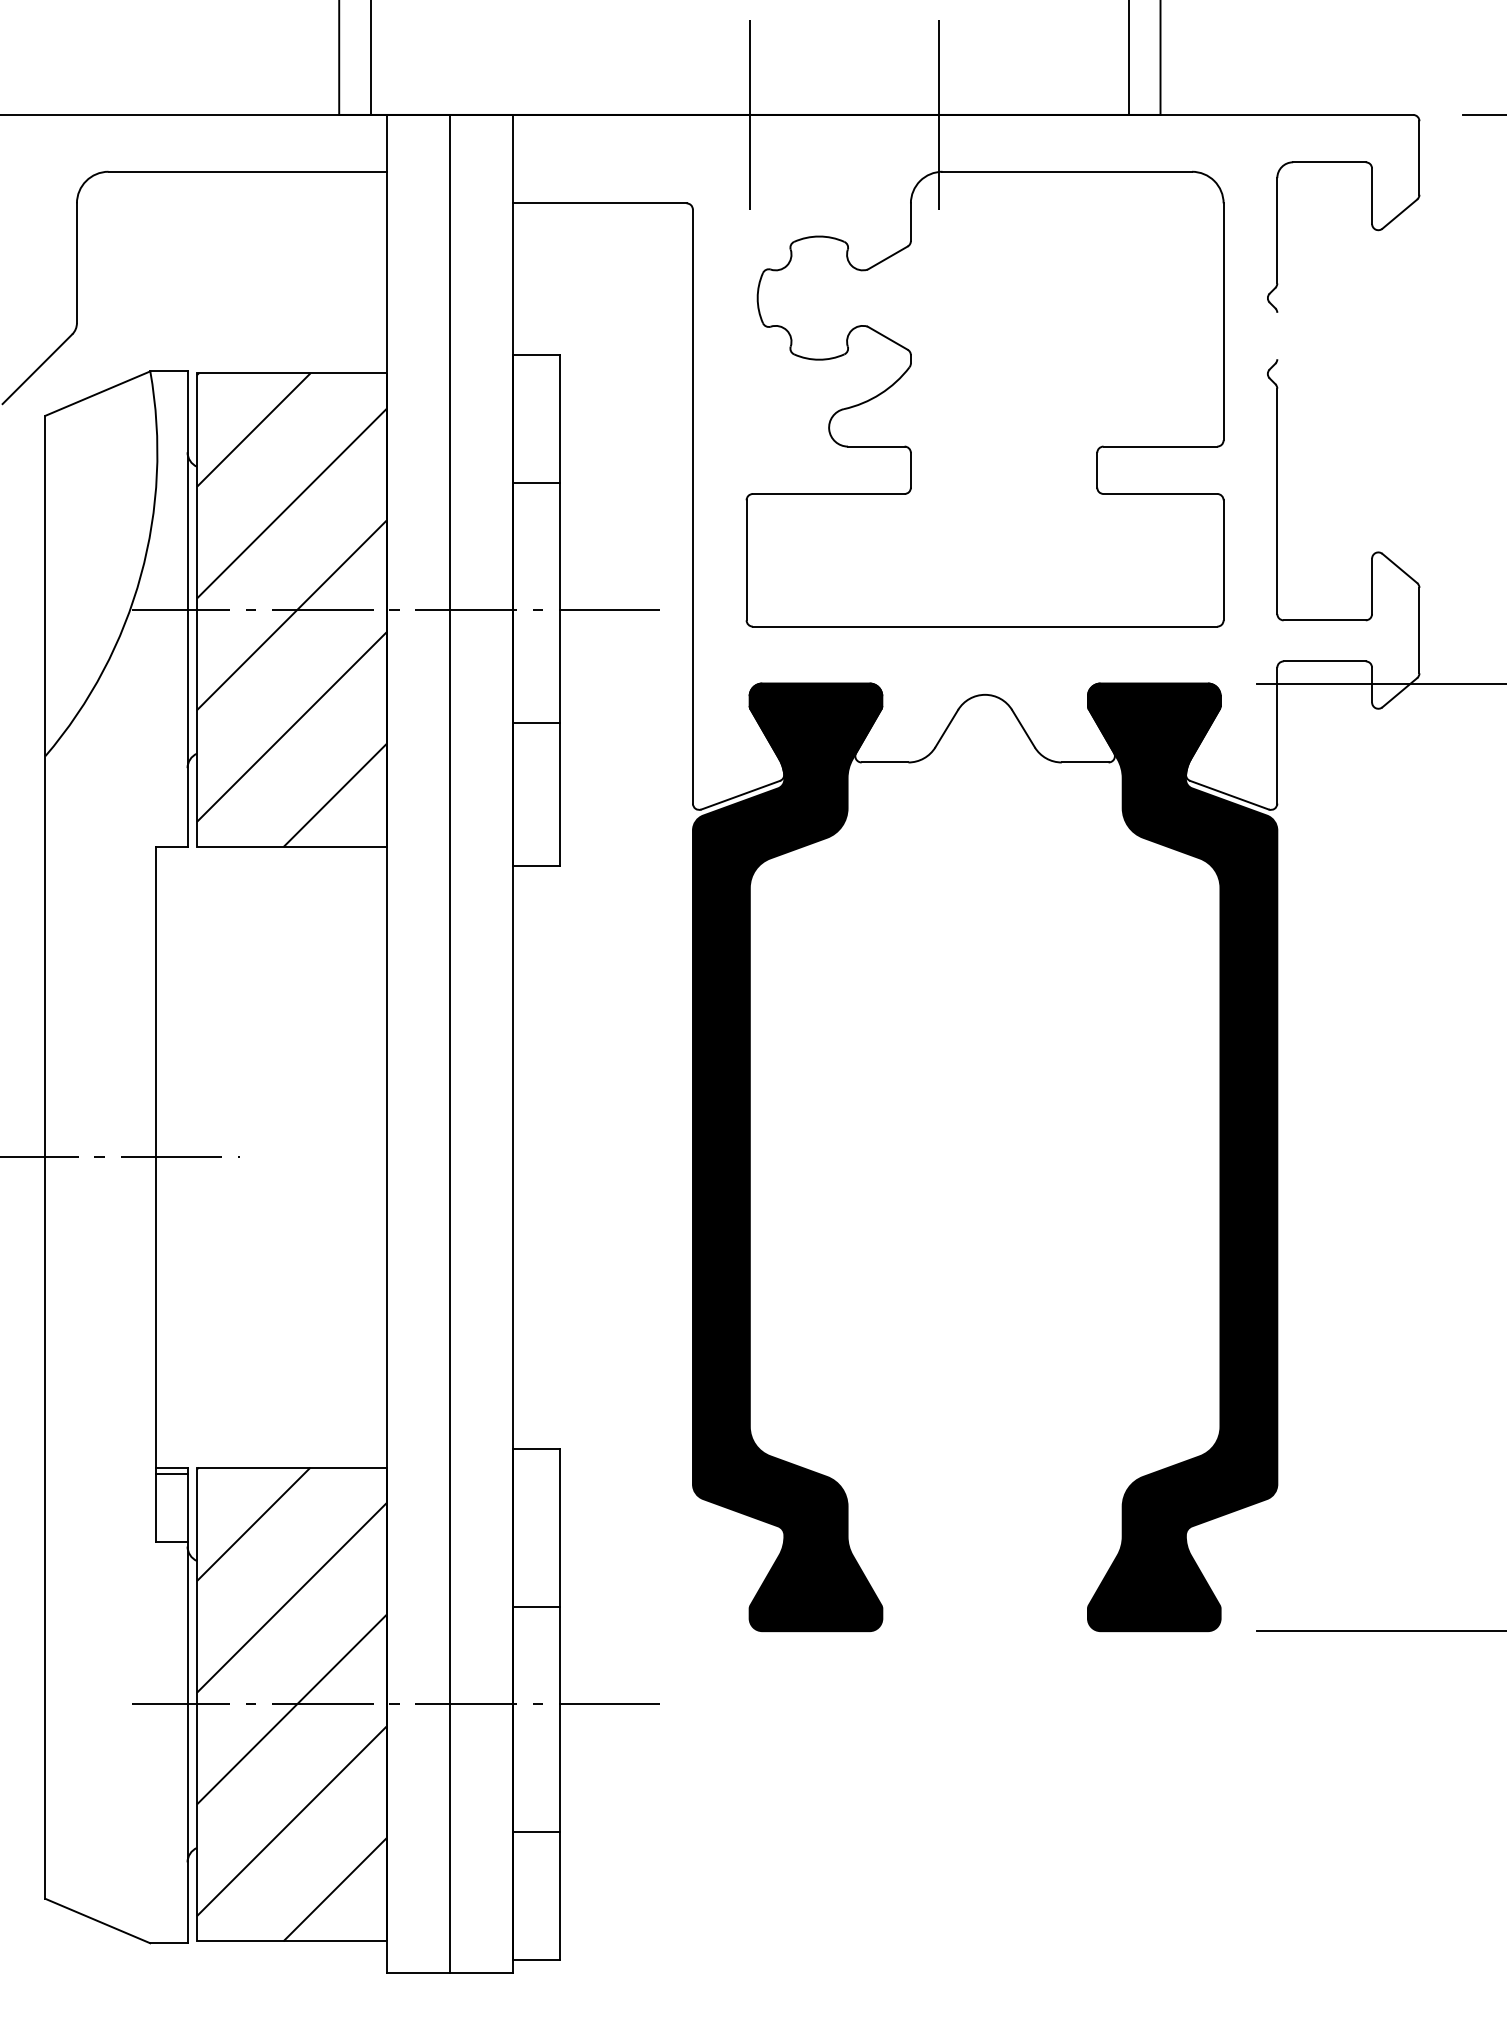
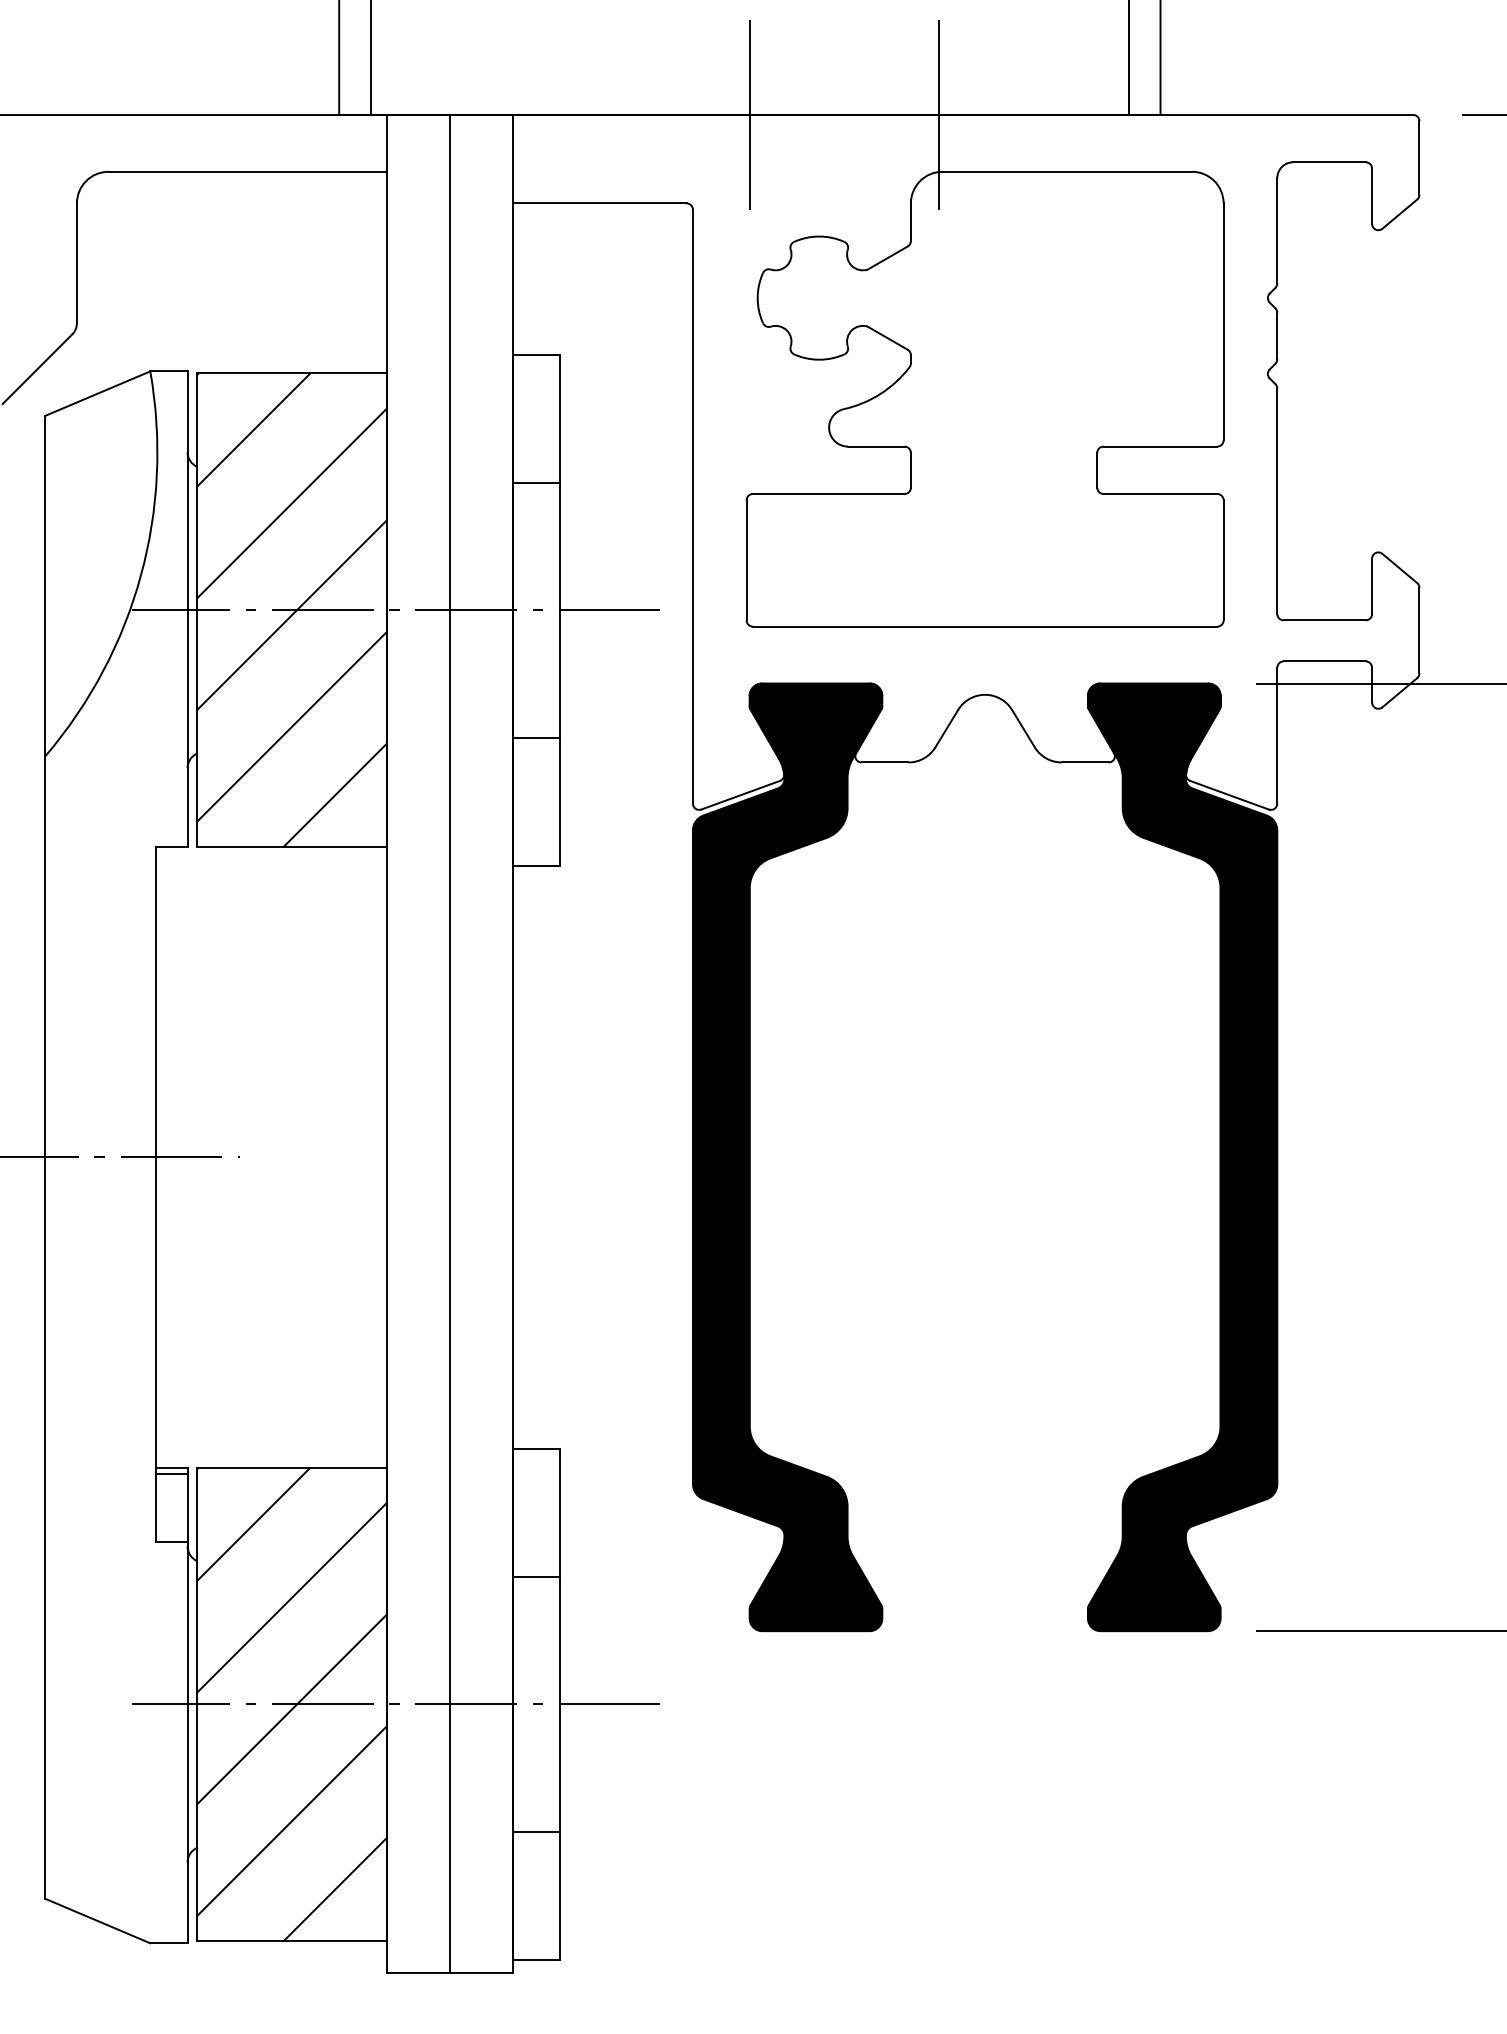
line at (1277, 335): none -> present
line at (536, 722) position: (536, 722) -> (536, 737)
line at (536, 1606) position: (536, 1606) -> (536, 1576)
